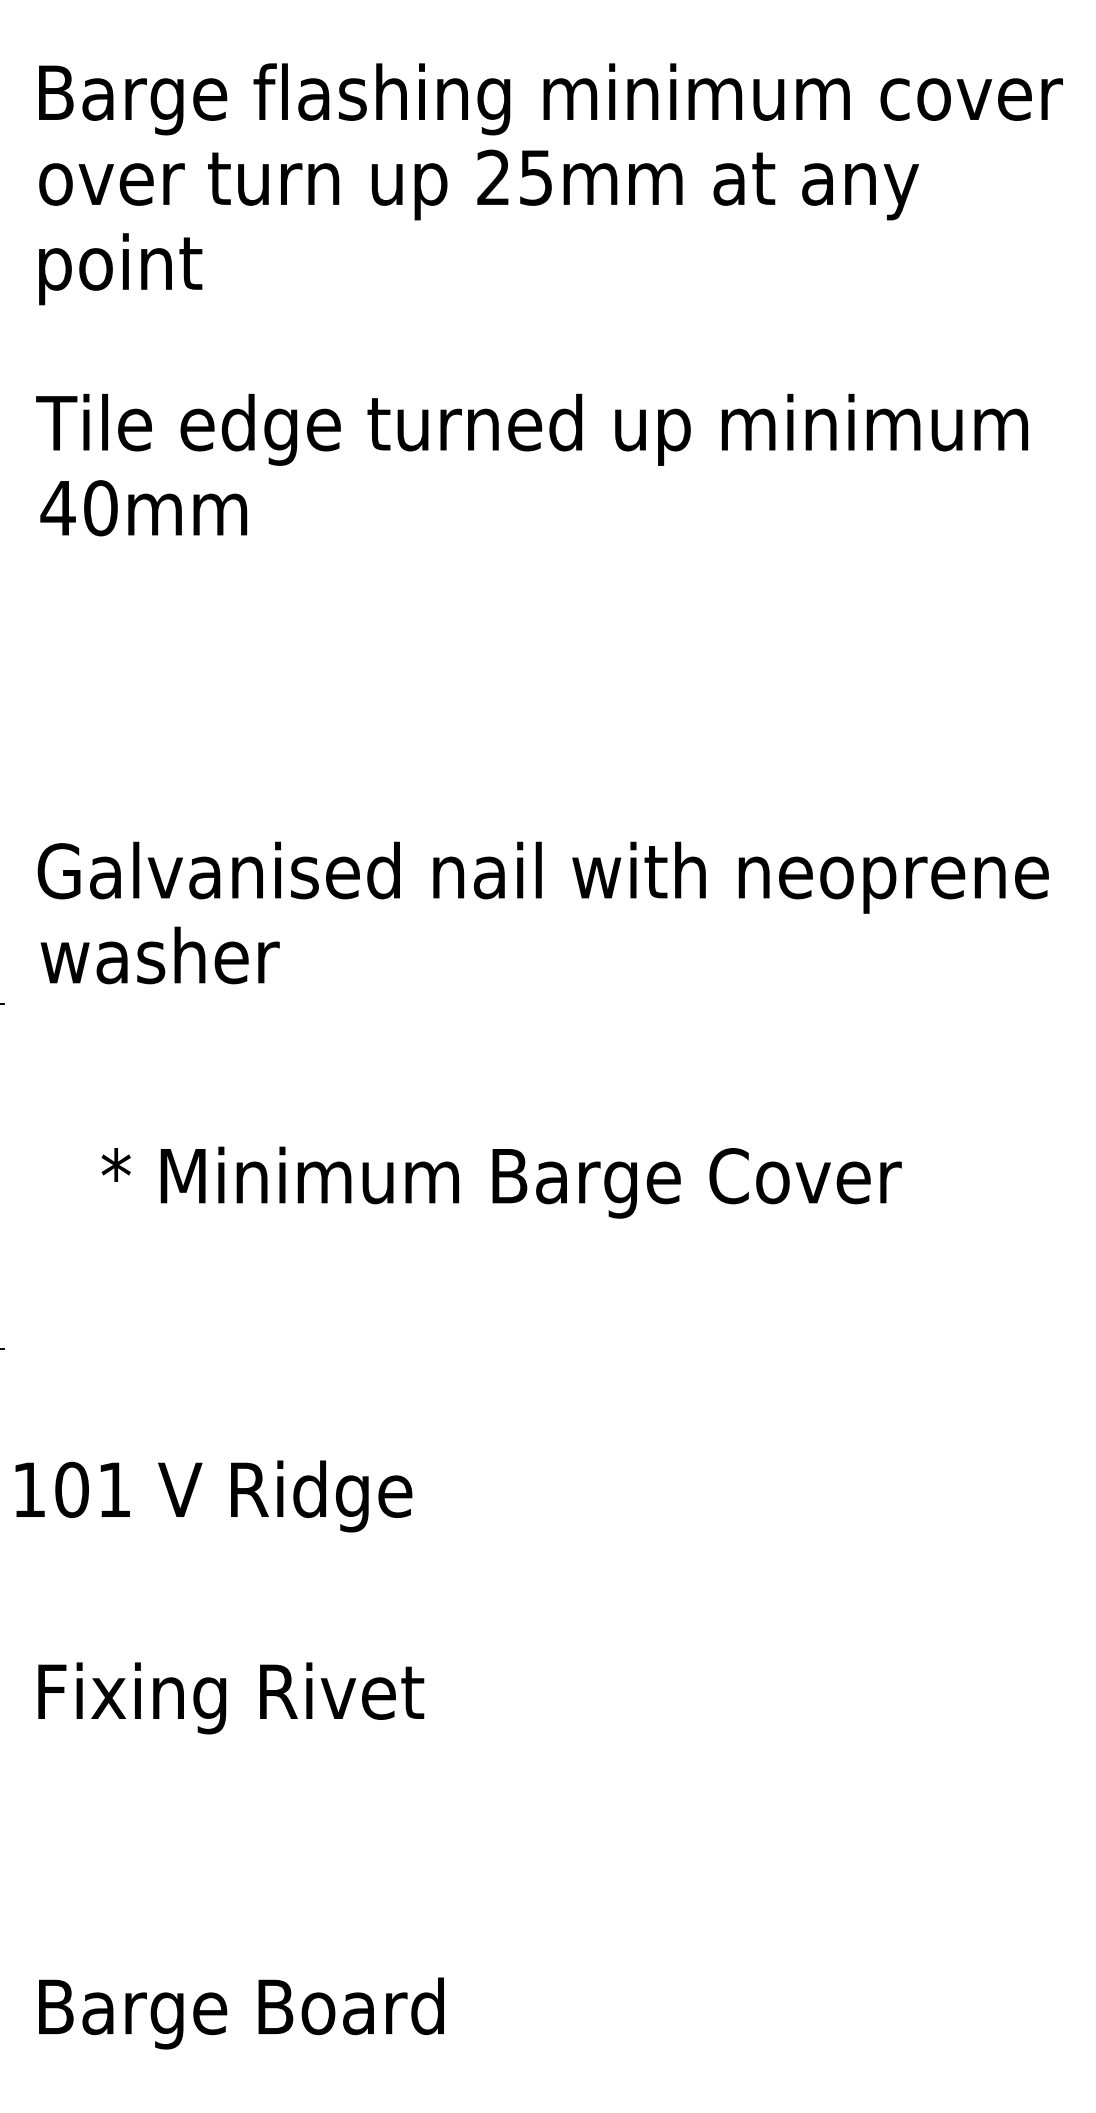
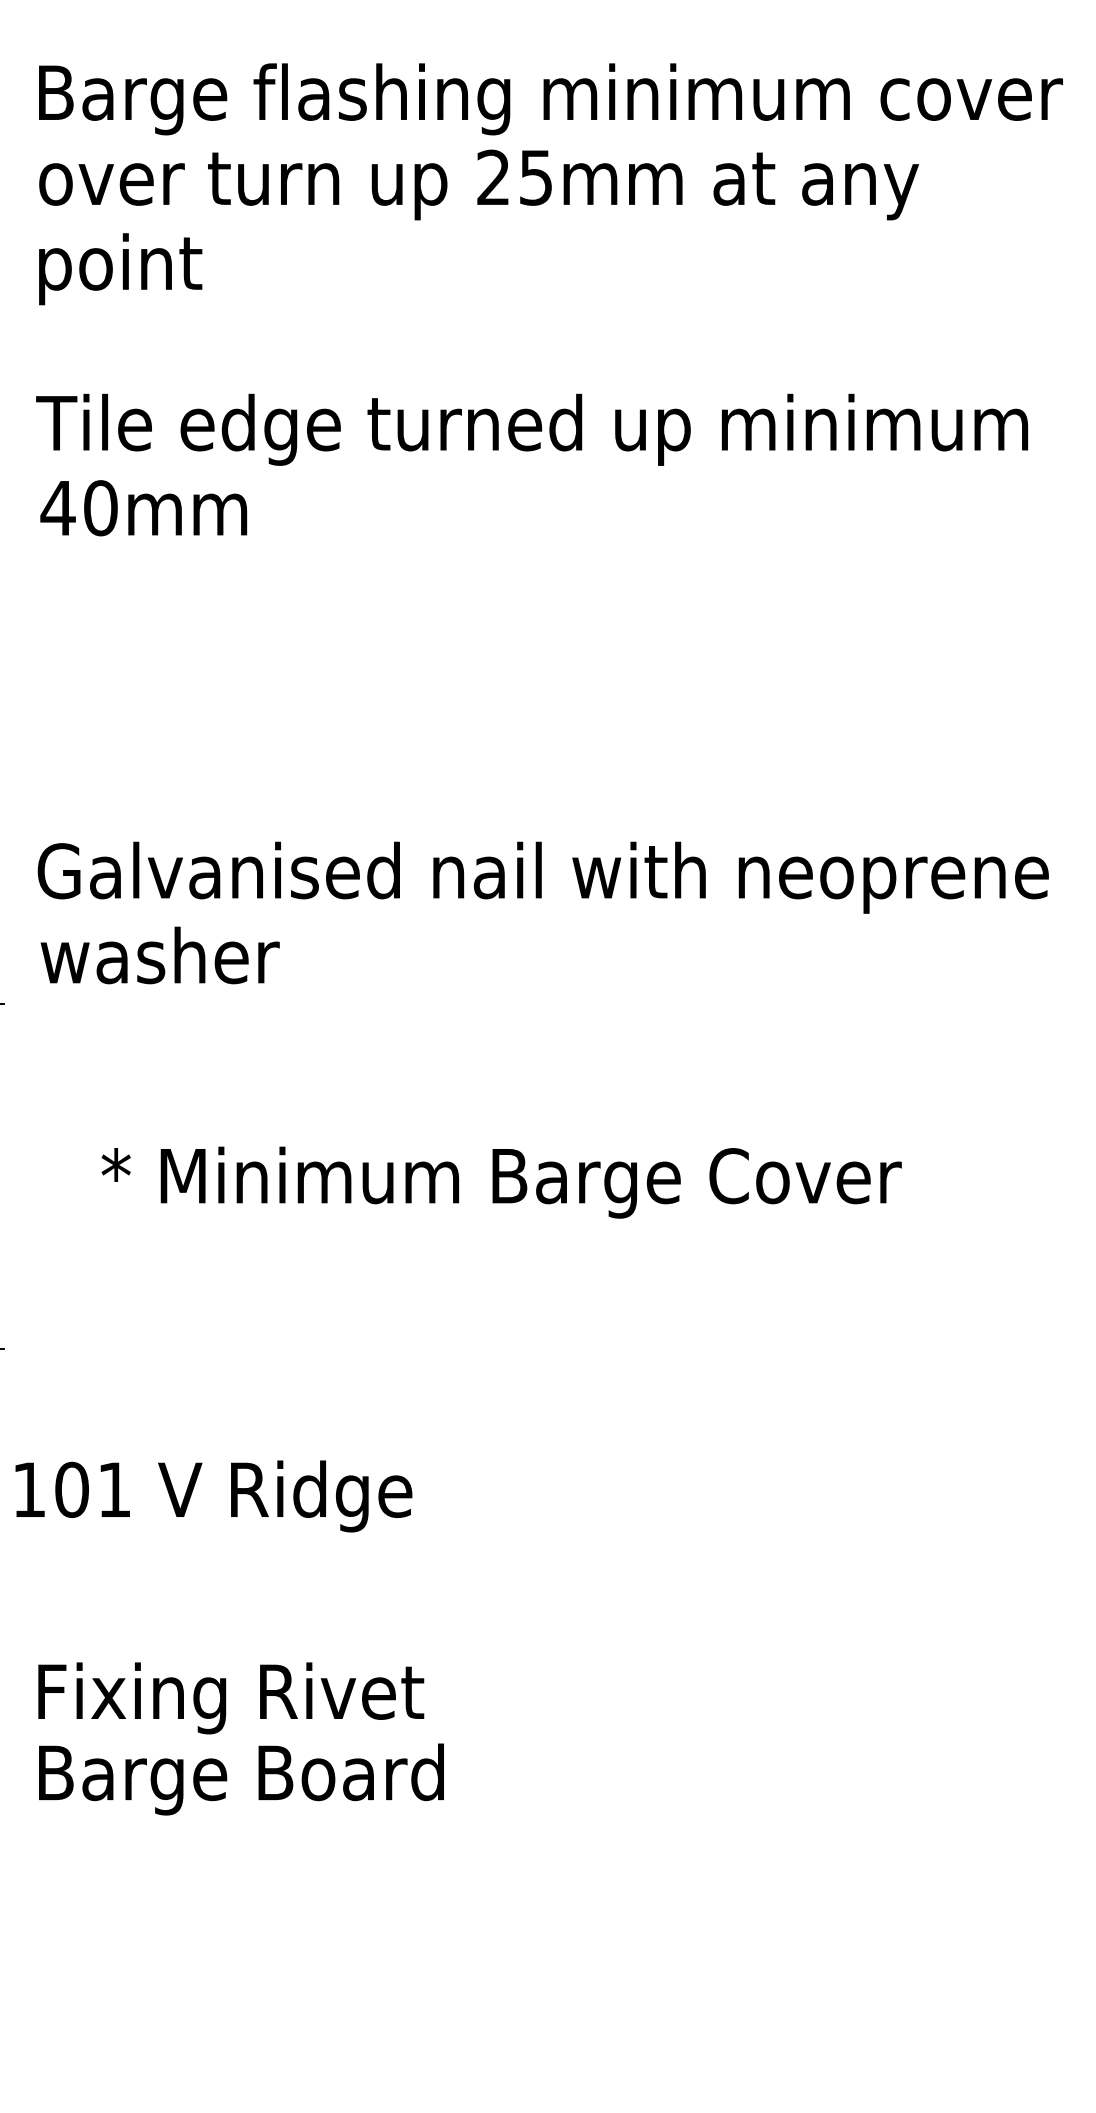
text at (241, 2013) position: (241, 2013) -> (241, 1779)
